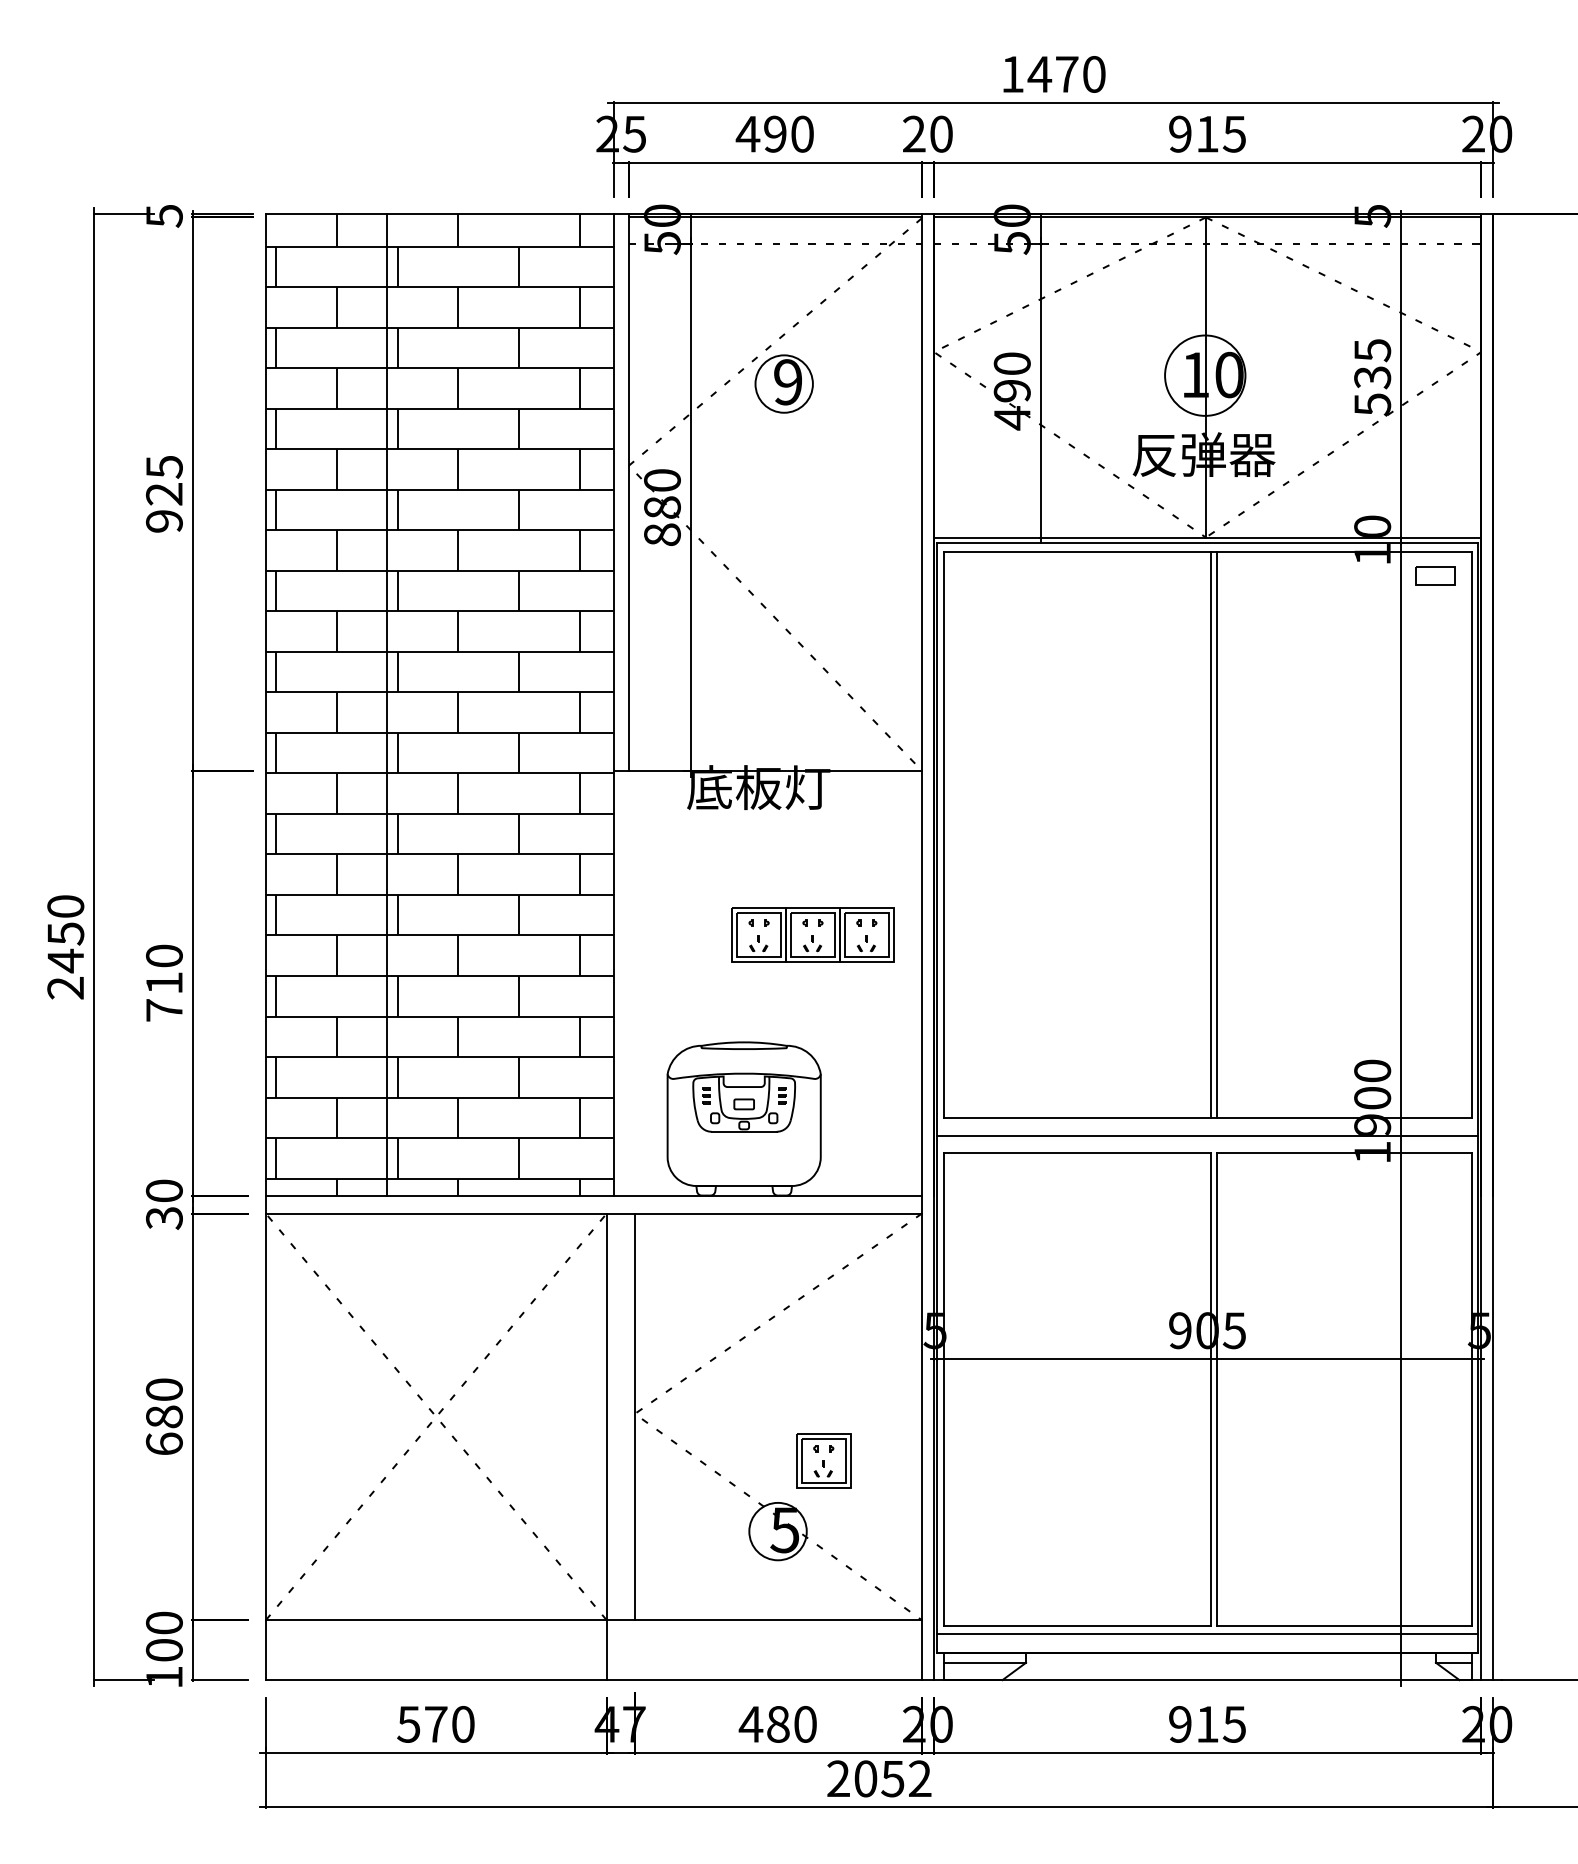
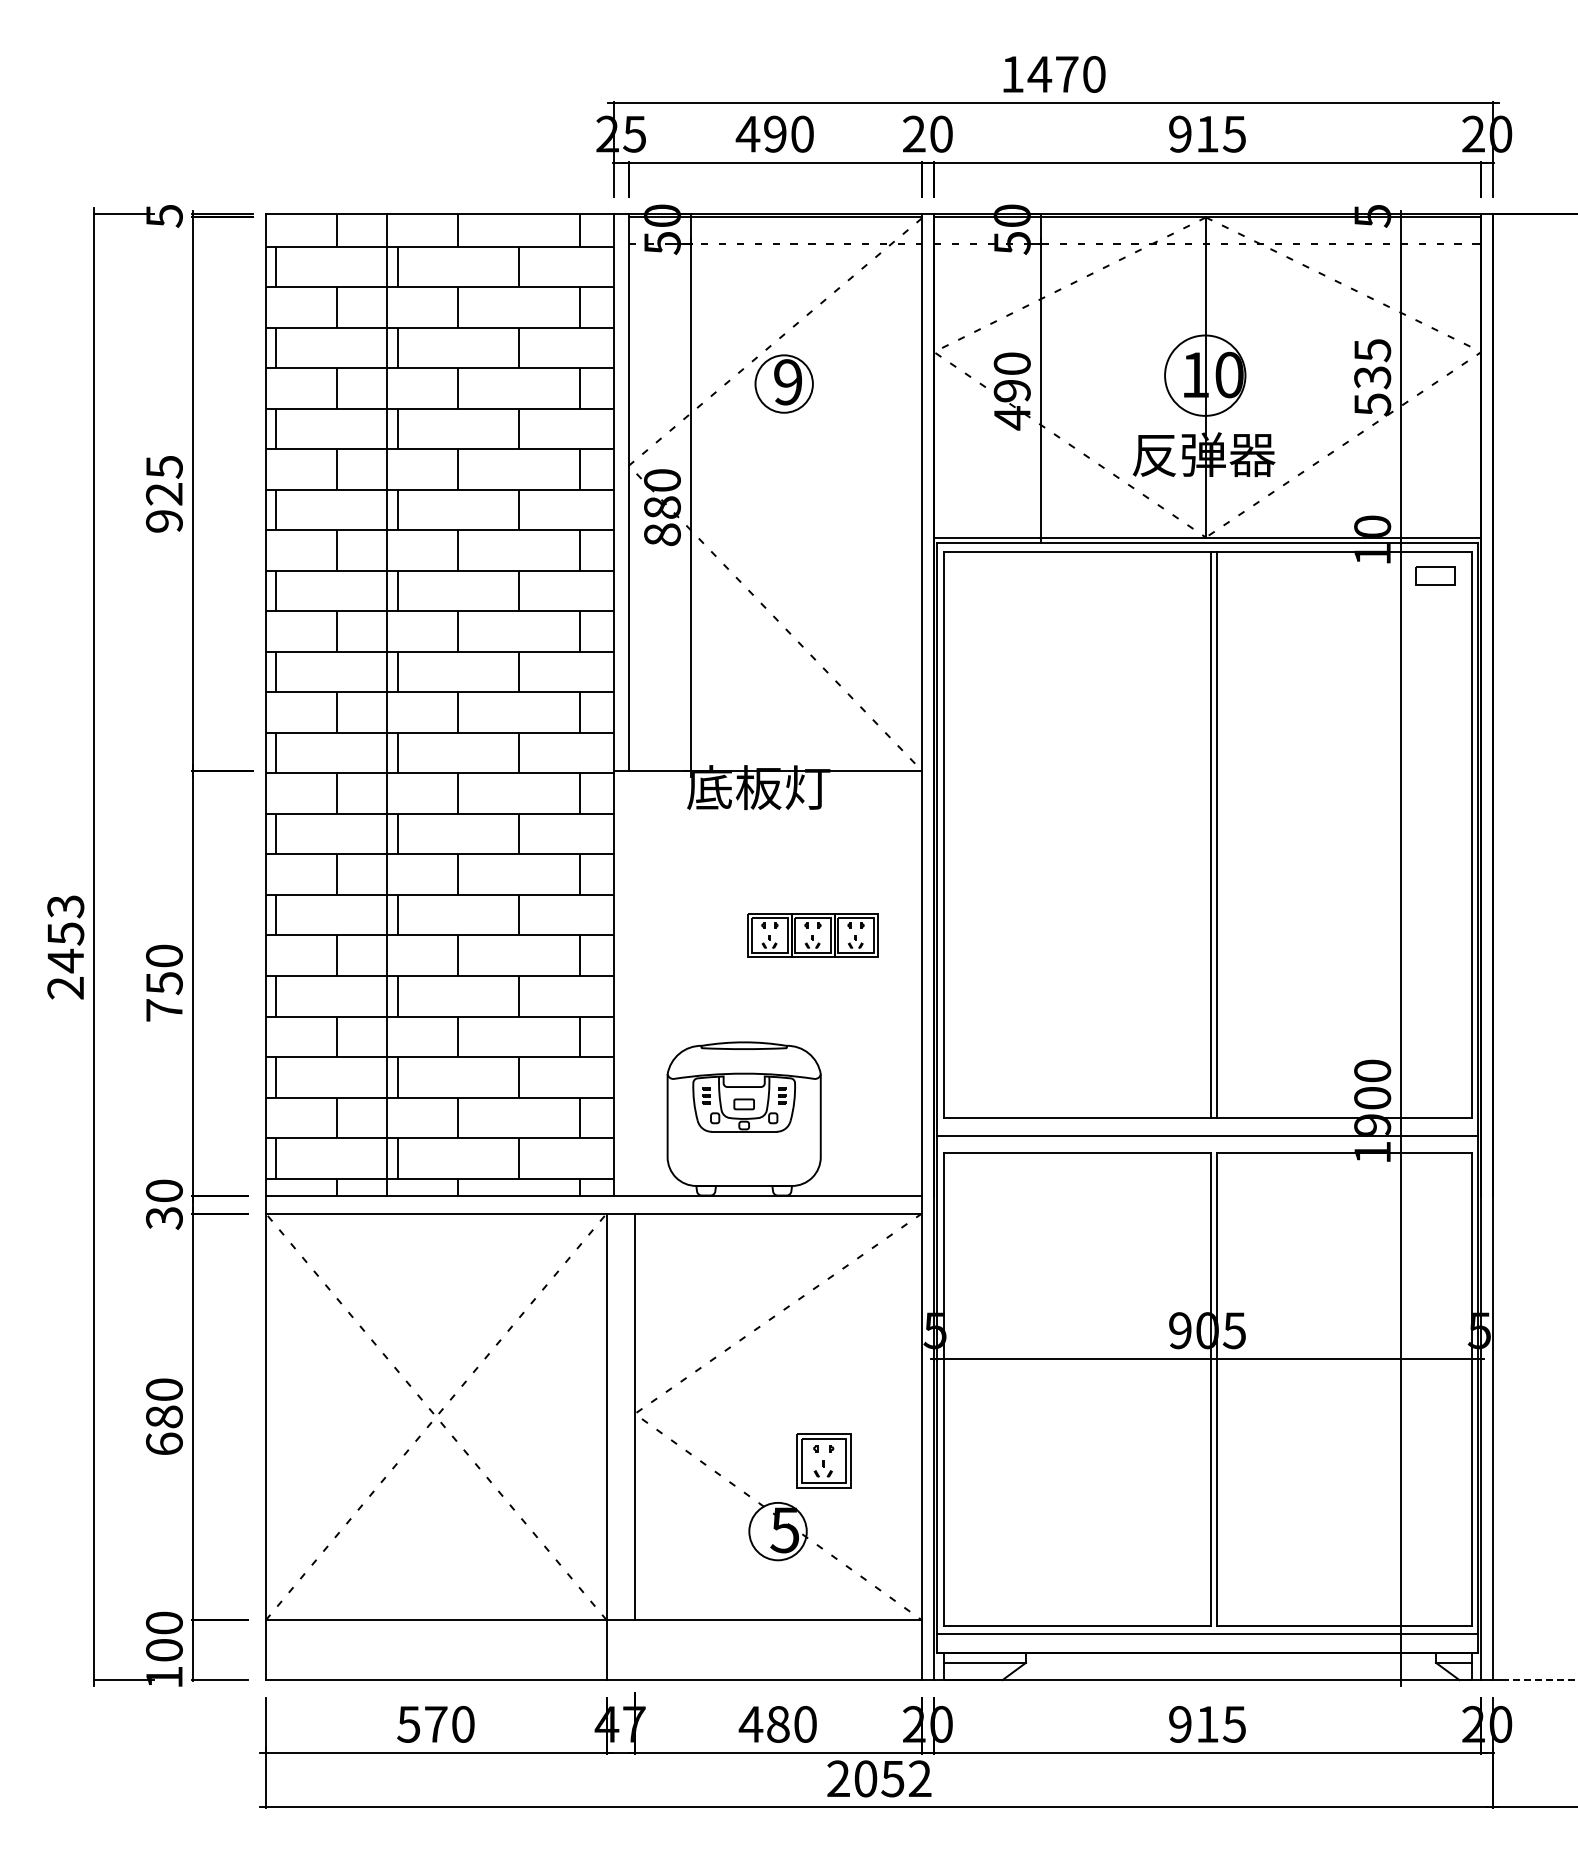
text at (65, 906): 2450 -> 2453
part at (812, 934) size: 164x56 px -> 132x45 px
text at (164, 983): 710 -> 750
line at (1540, 1680): solid -> dashed
